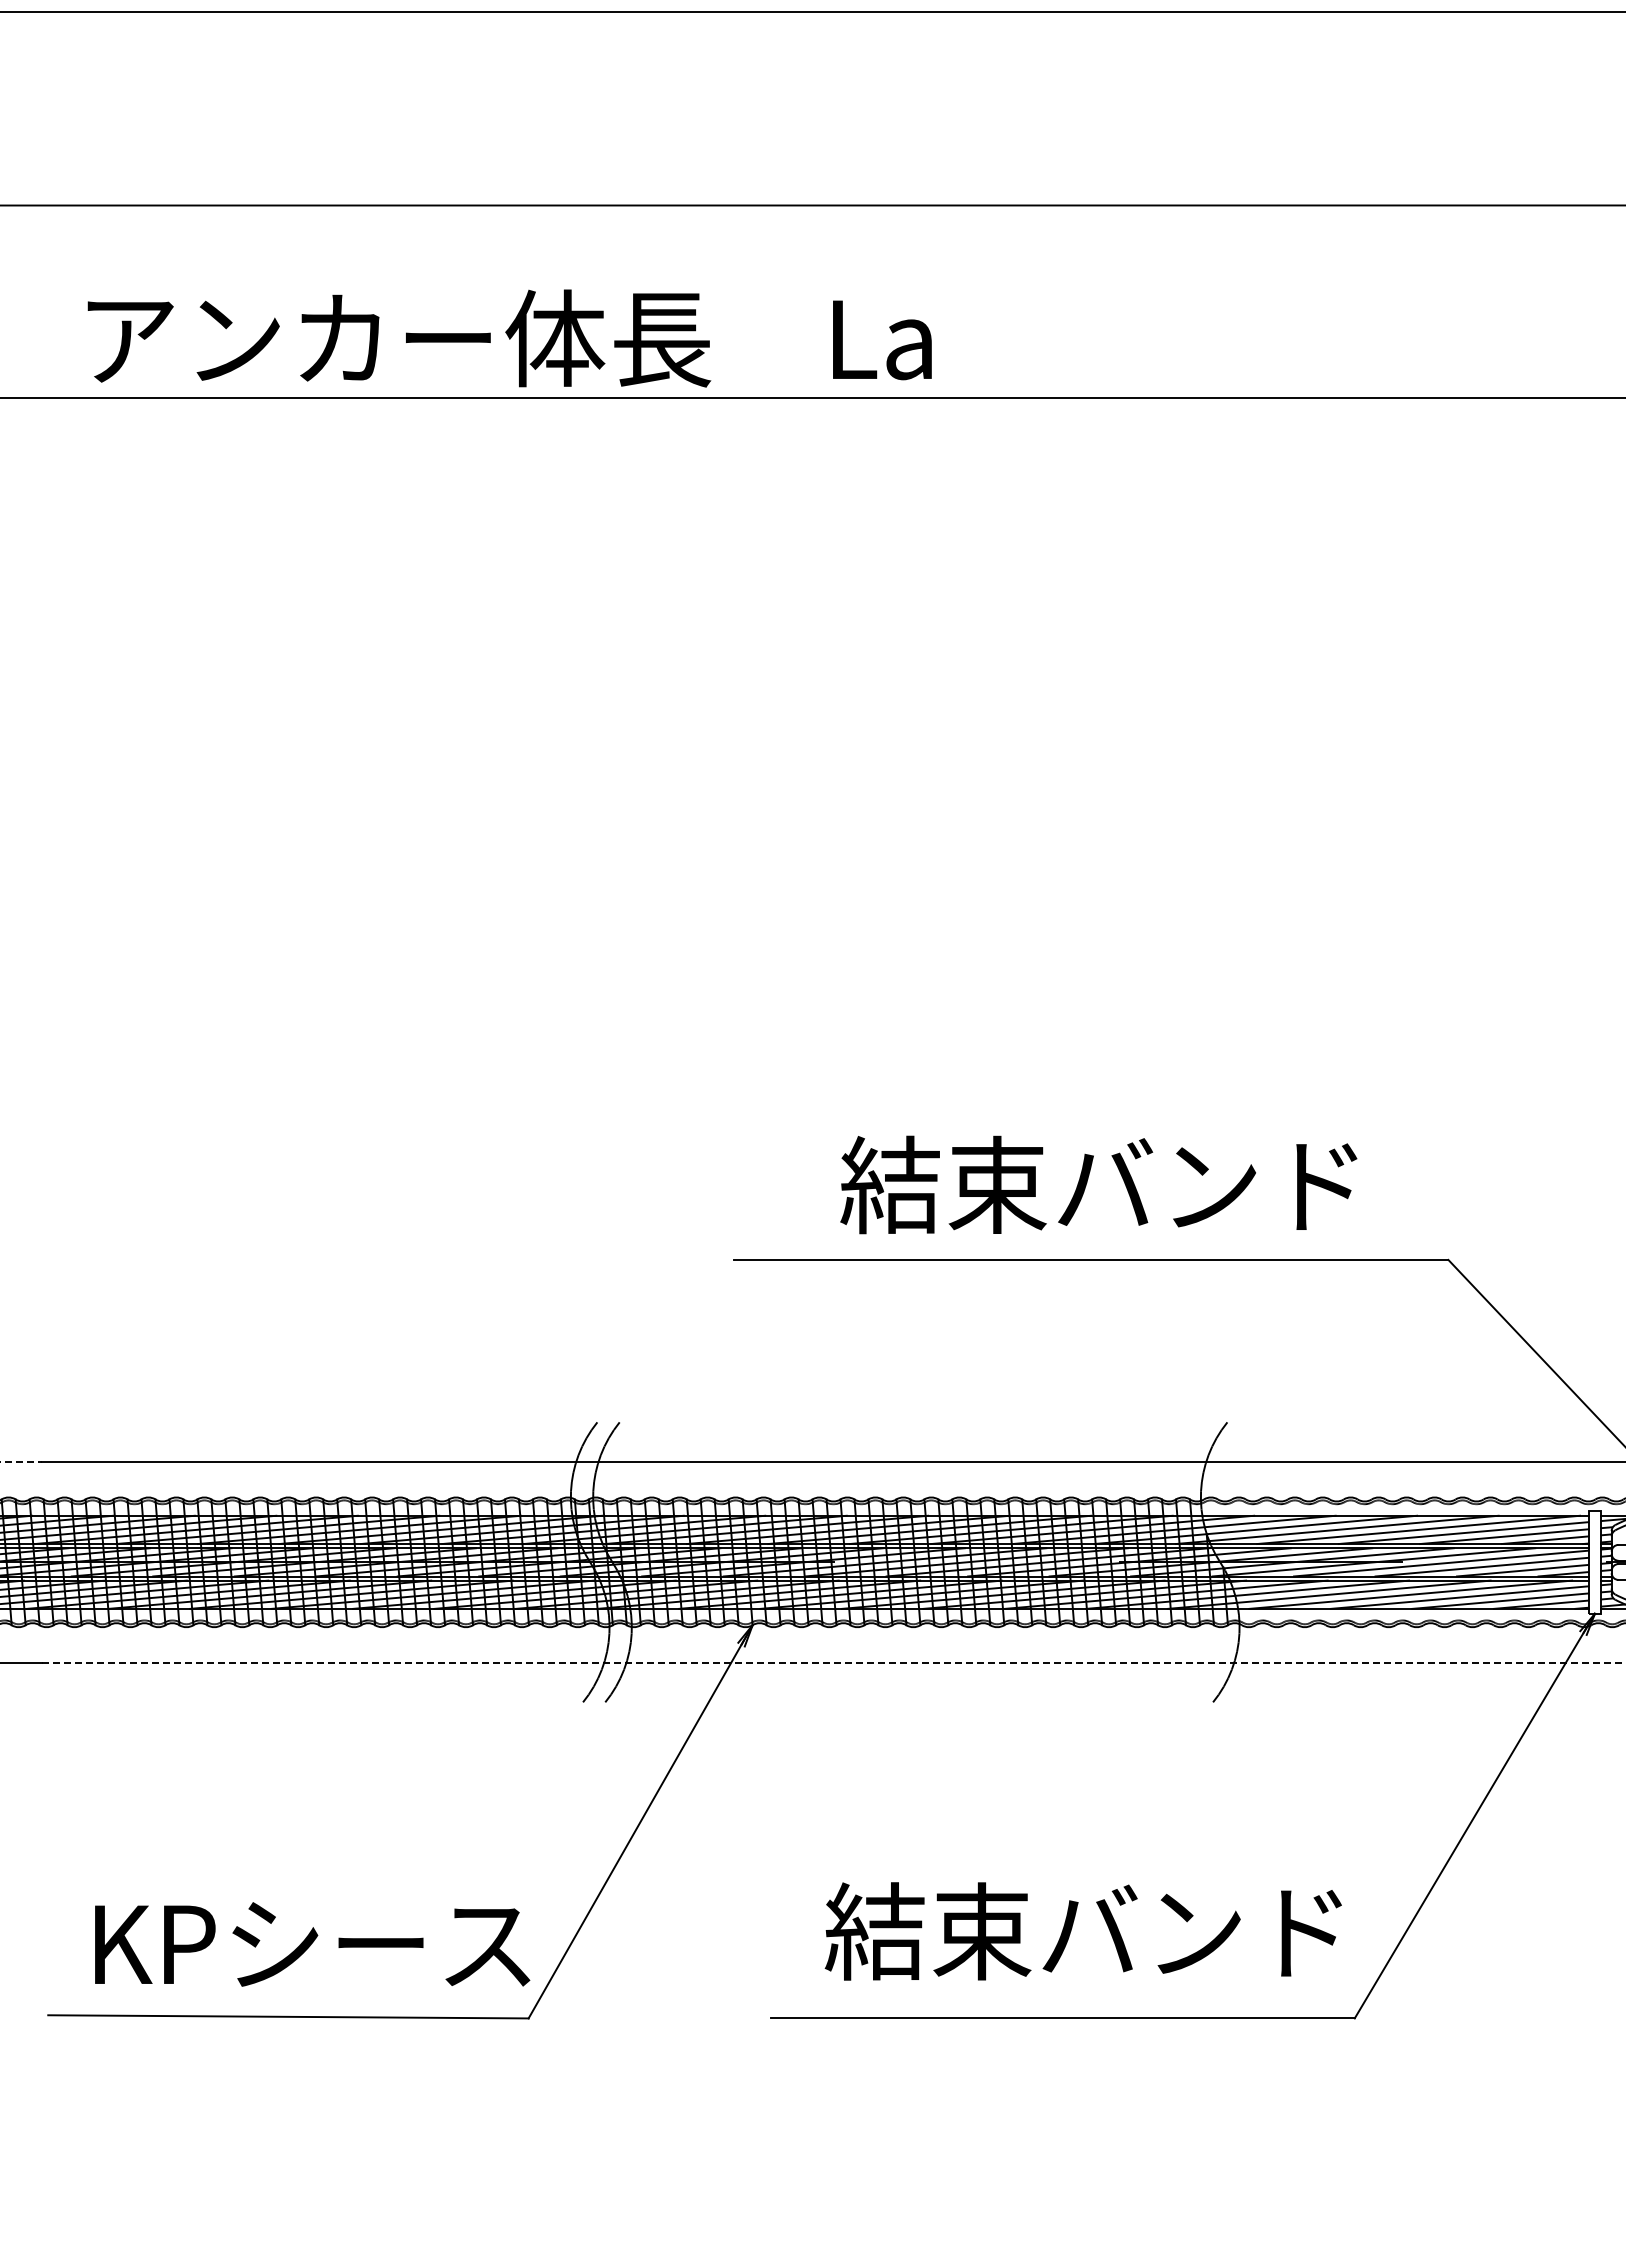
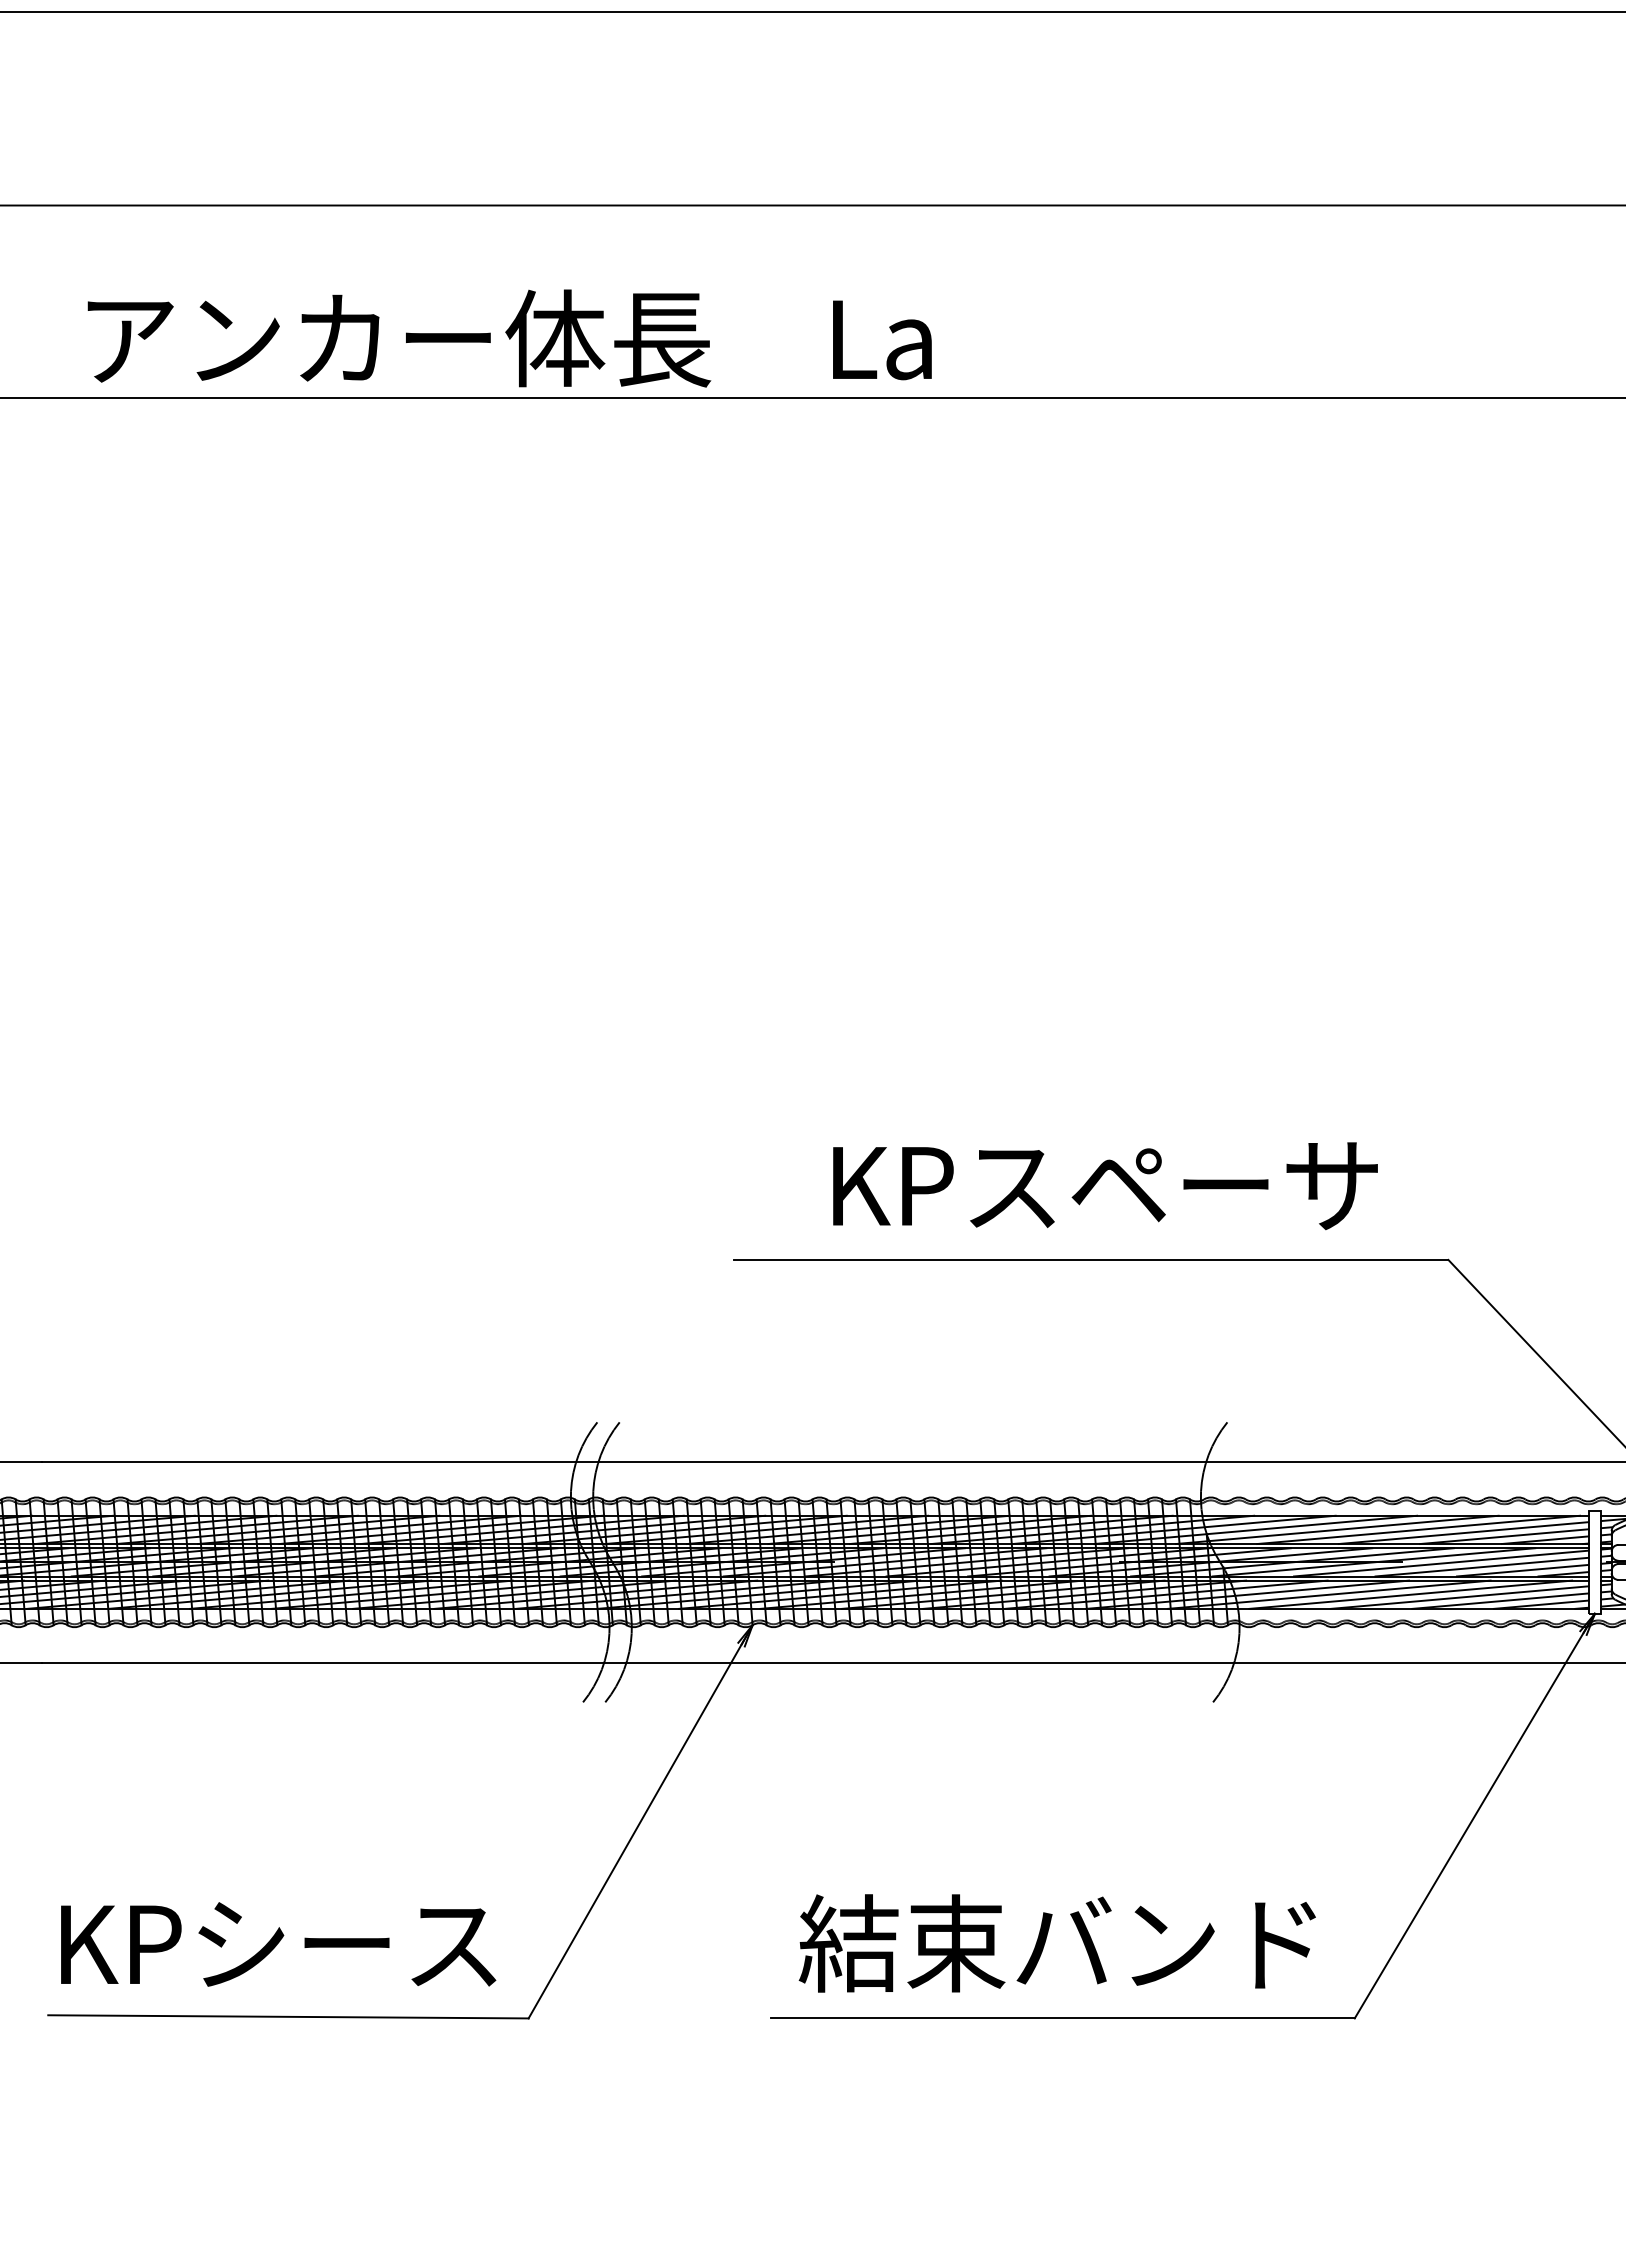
text at (1105, 1184): 結束バンド -> KPスペーサ
line at (21, 1461): dashed -> solid
line at (833, 1662): dashed -> solid
text at (1082, 1931) position: (1082, 1931) -> (1056, 1943)
text at (312, 1944) position: (312, 1944) -> (278, 1944)
